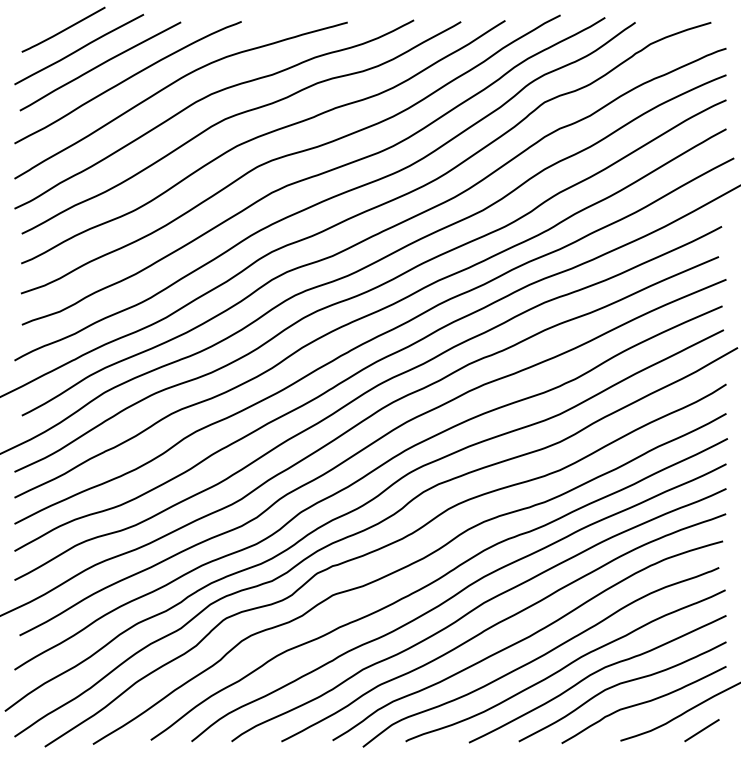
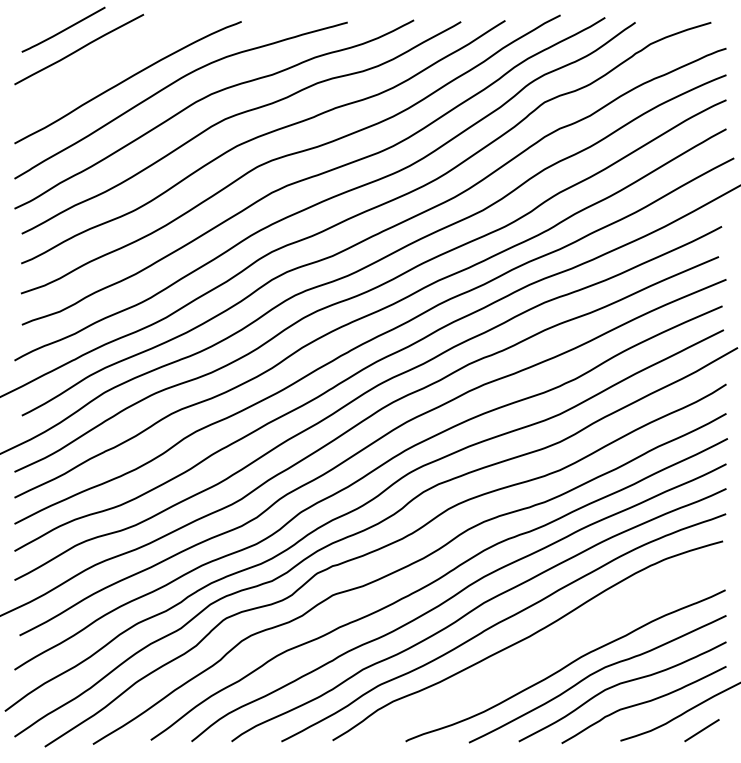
curve at (100, 65): present -> none
curve at (540, 657): present -> none
